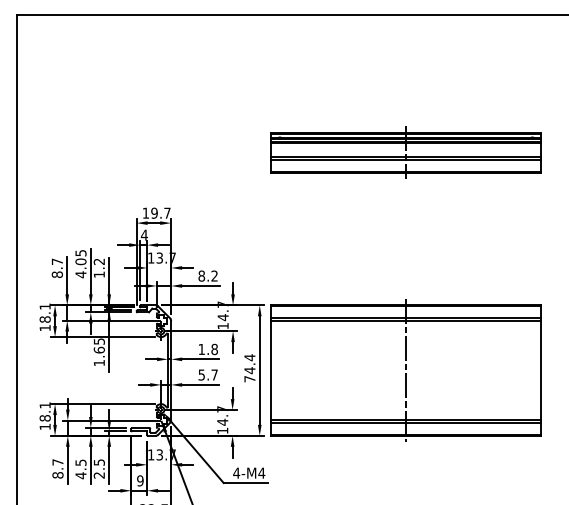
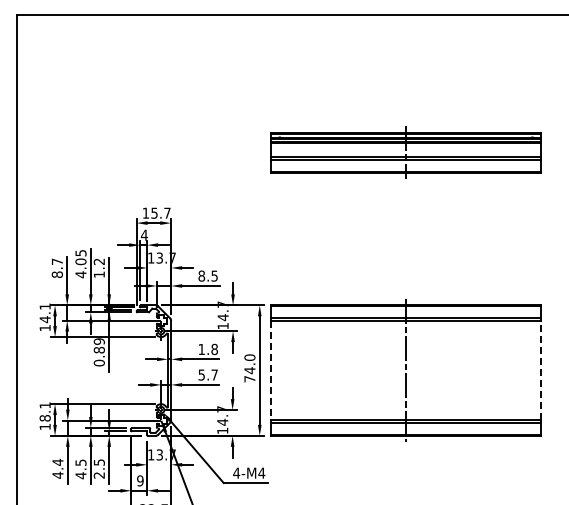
text at (154, 212): 19.7 -> 15.7
text at (214, 275): 8.2 -> 8.5
text at (44, 319): 18.1 -> 14.1
text at (98, 352): 1.65 -> 0.89
text at (249, 357): 74.4 -> 74.0
line at (271, 370): solid -> dashed
line at (541, 370): solid -> dashed
text at (57, 468): 8.7 -> 4.4
